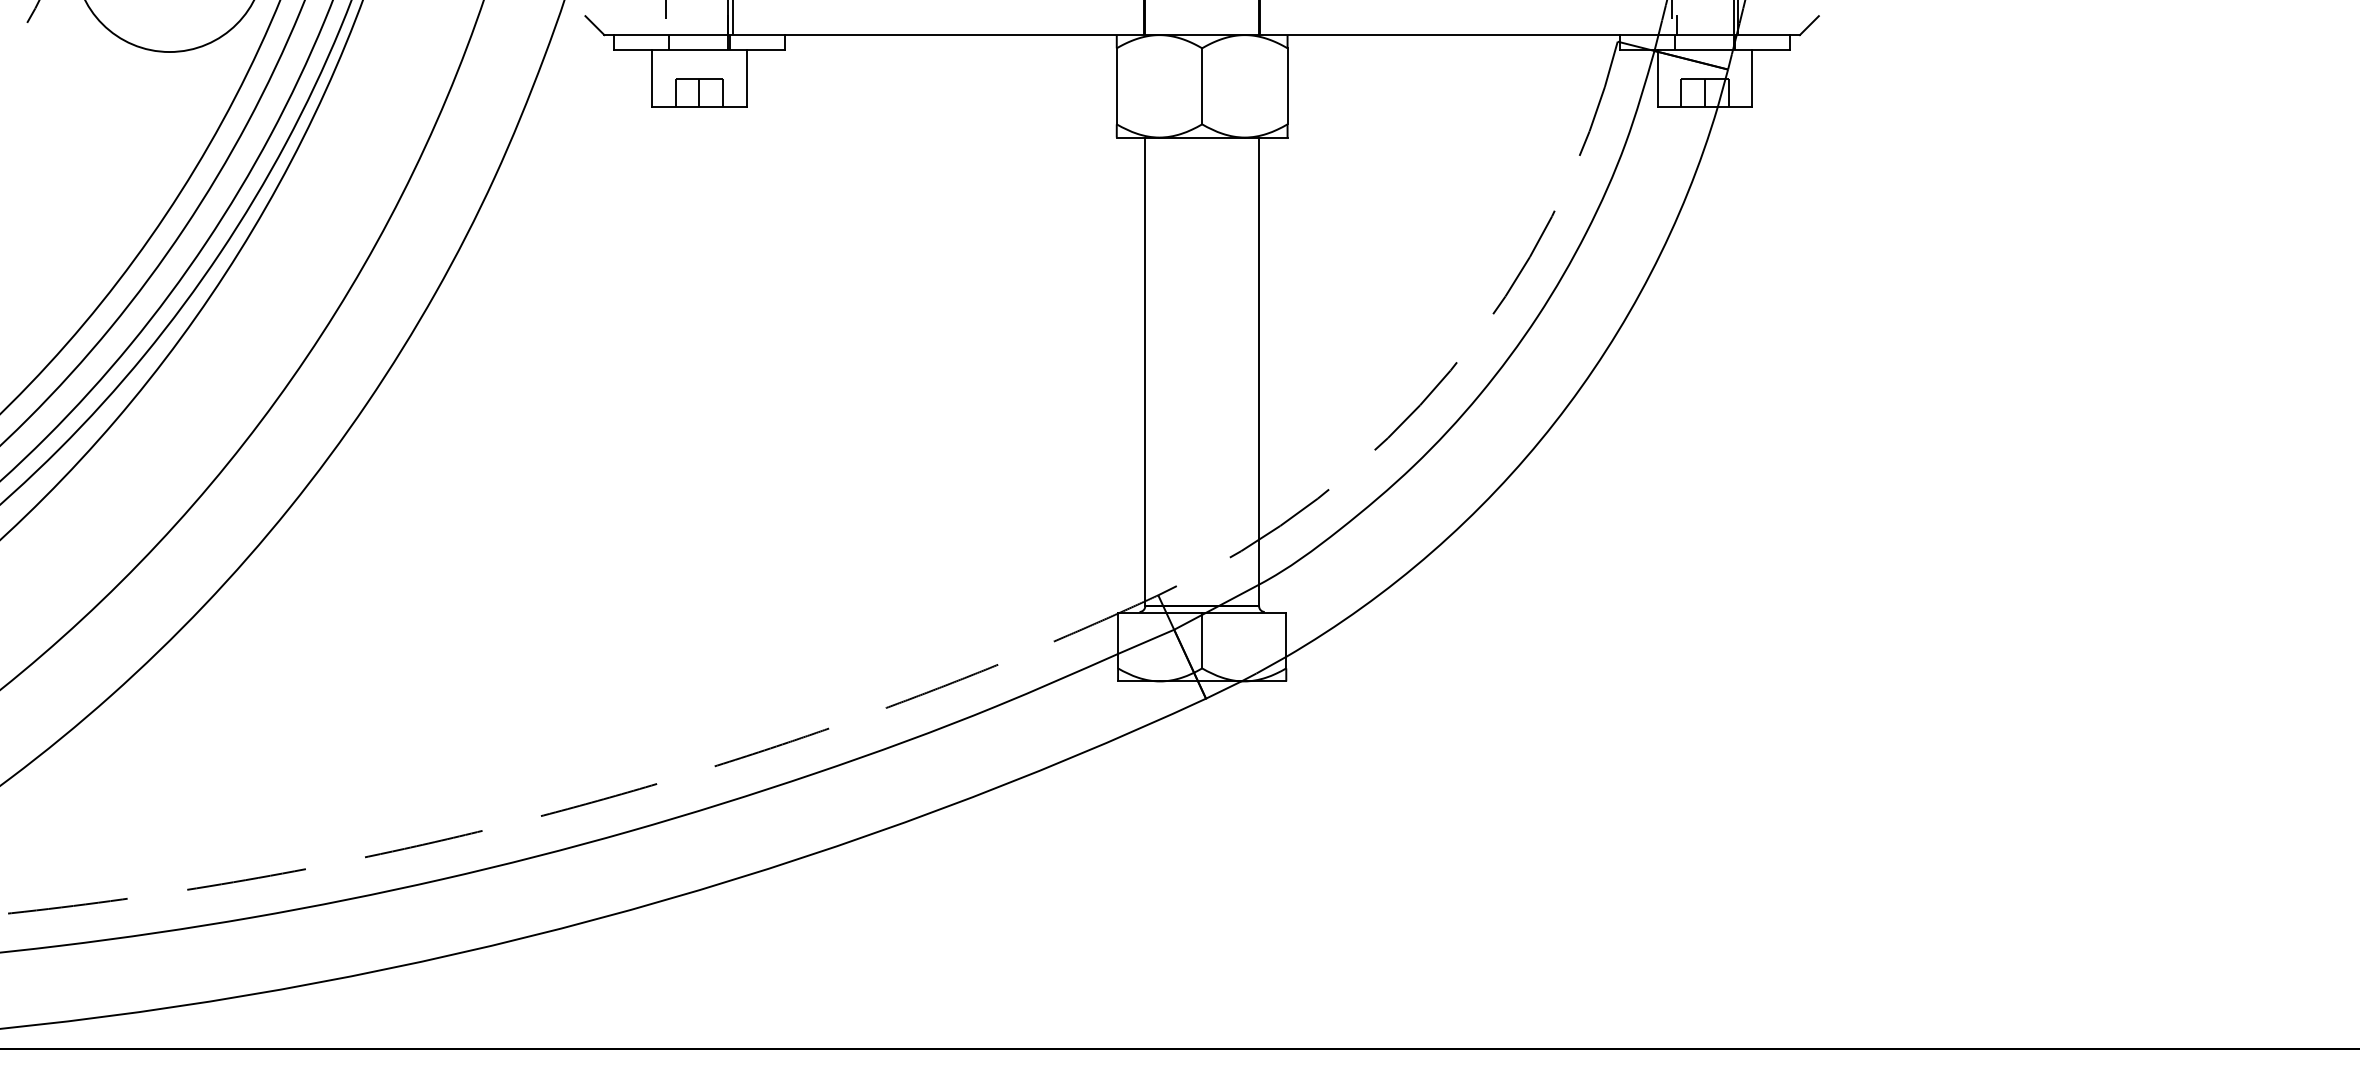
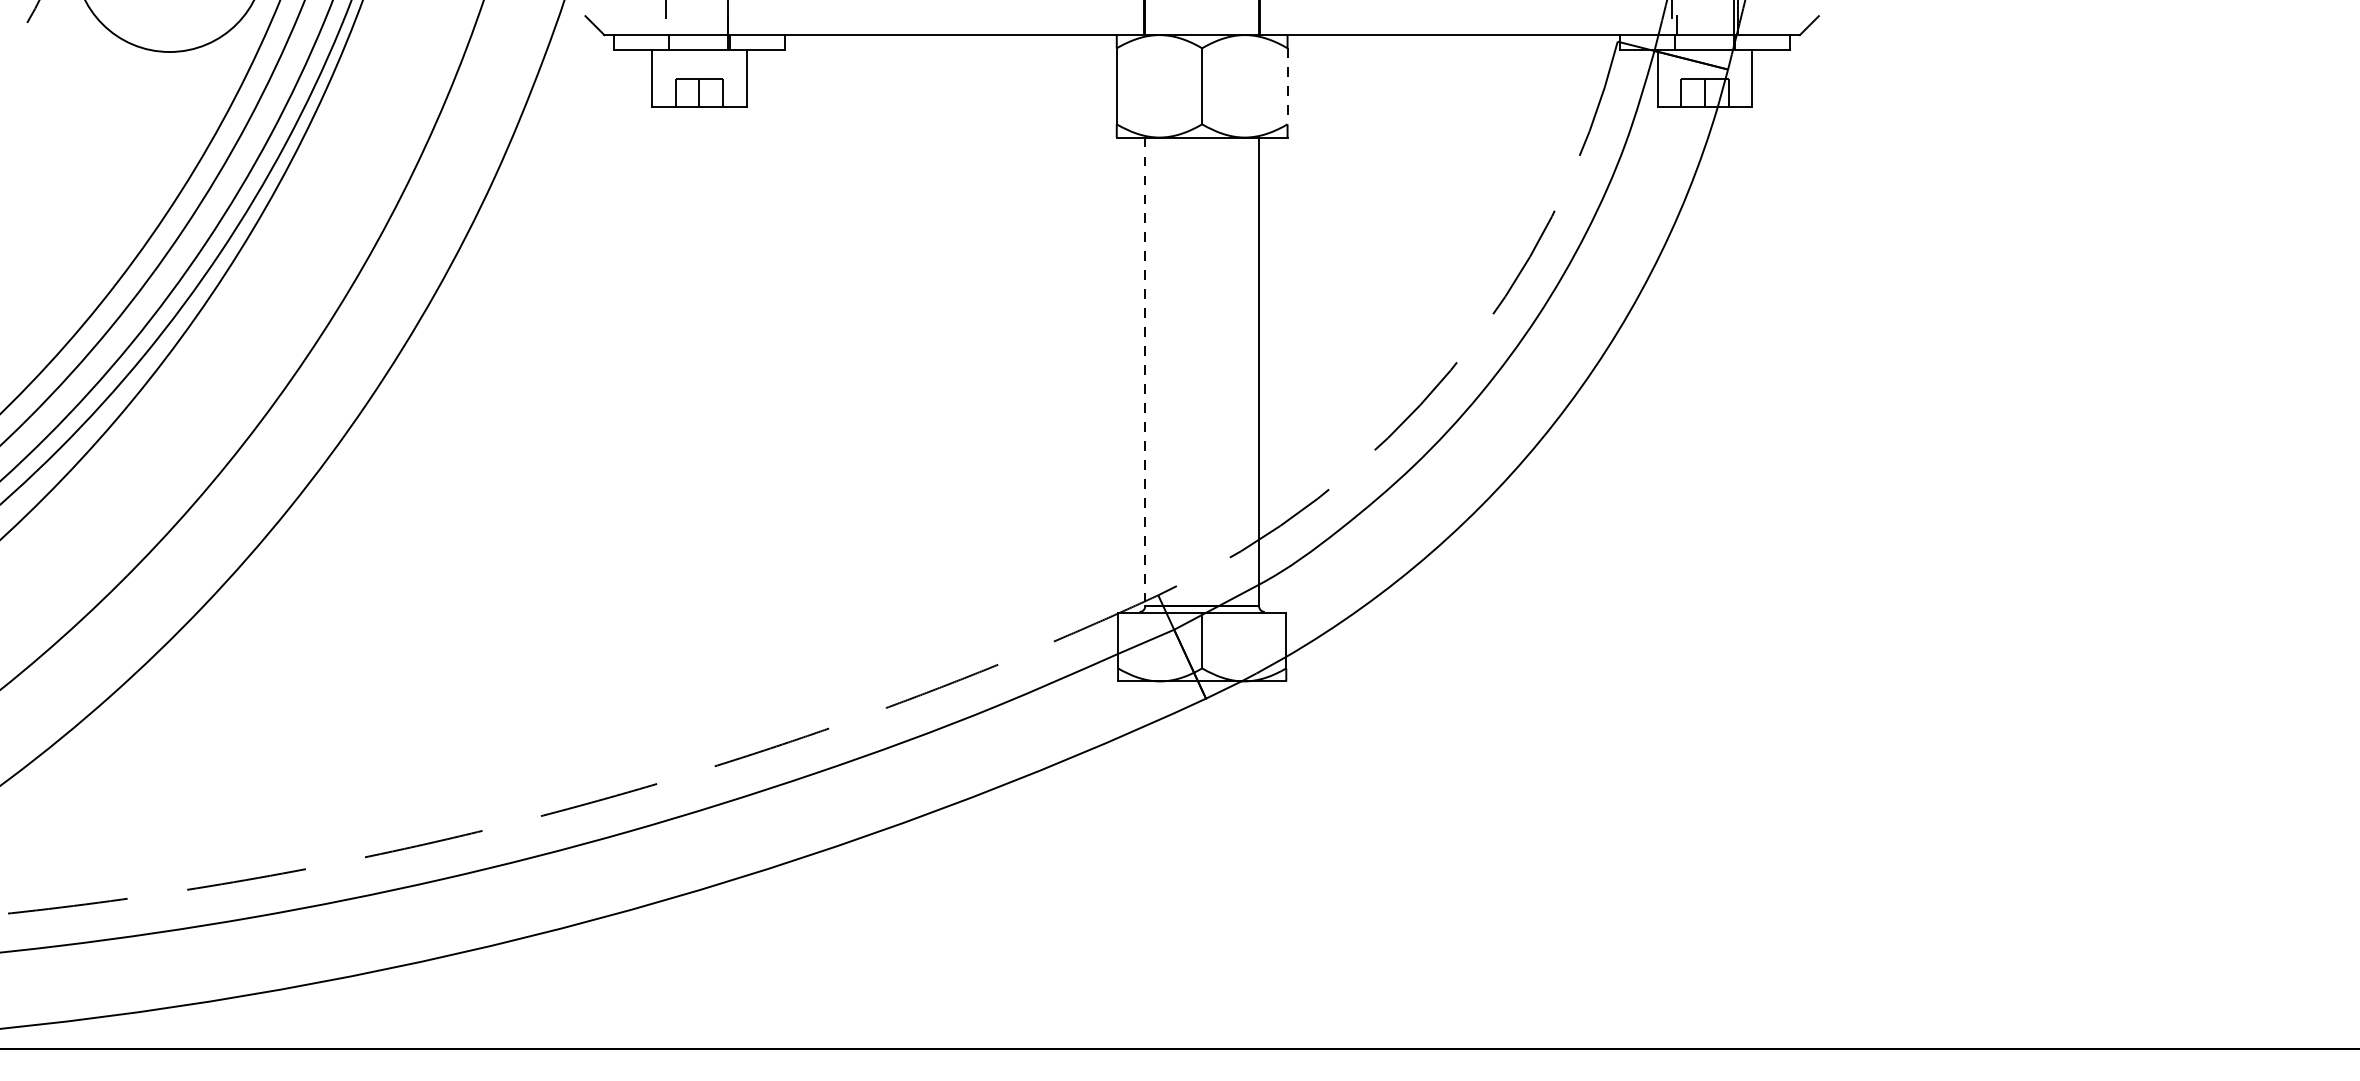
line at (732, 18): present -> none
line at (1287, 86): solid -> dashed
line at (1145, 372): solid -> dashed
